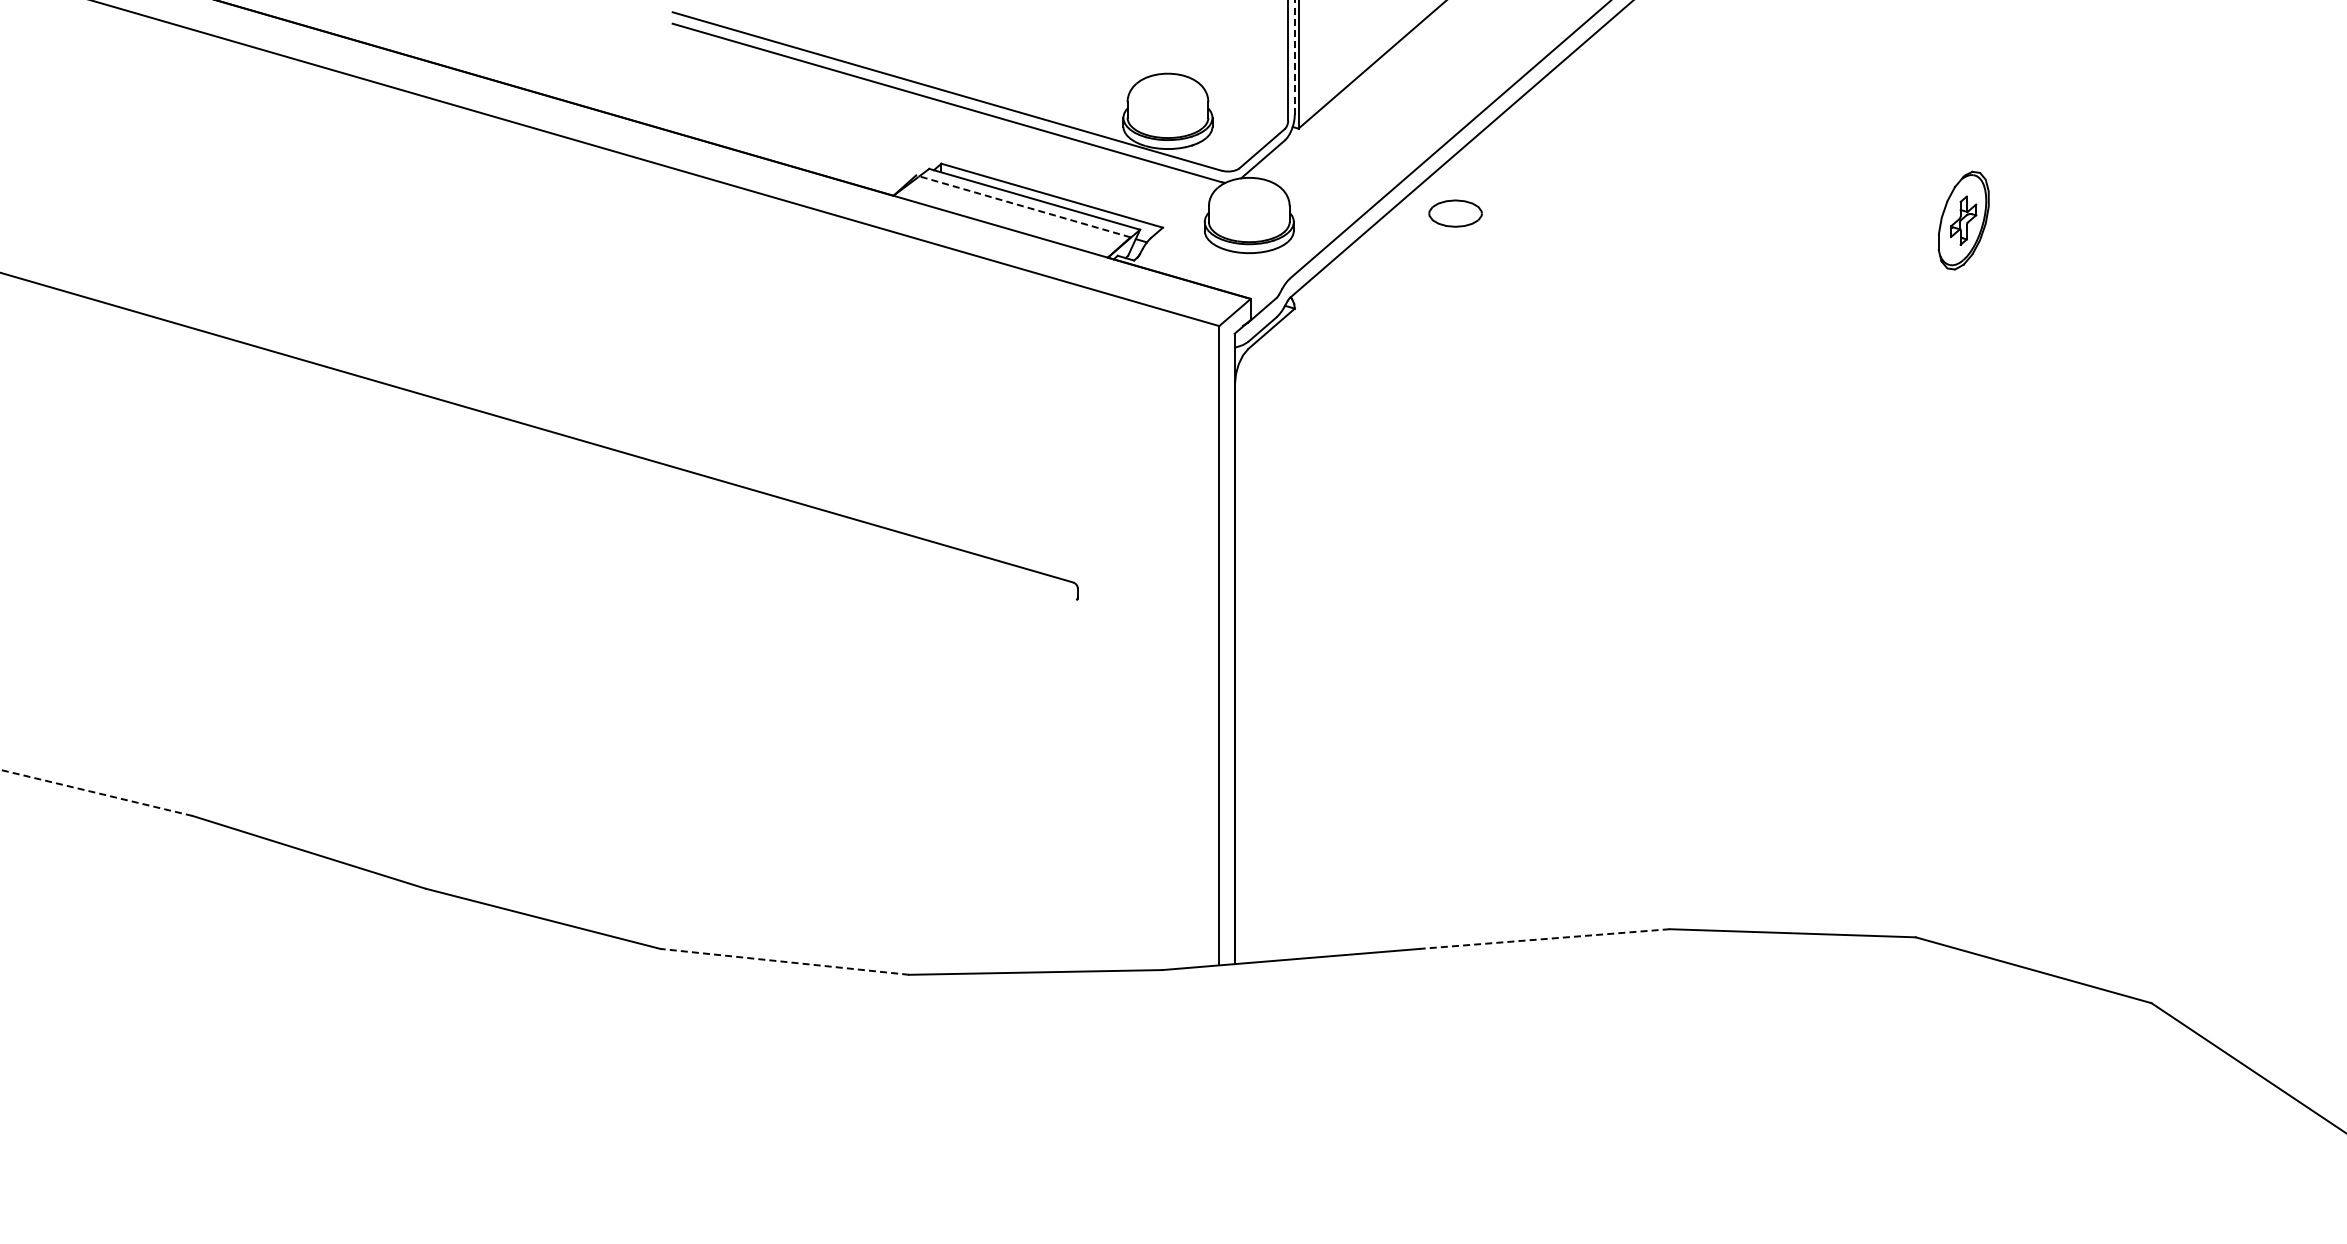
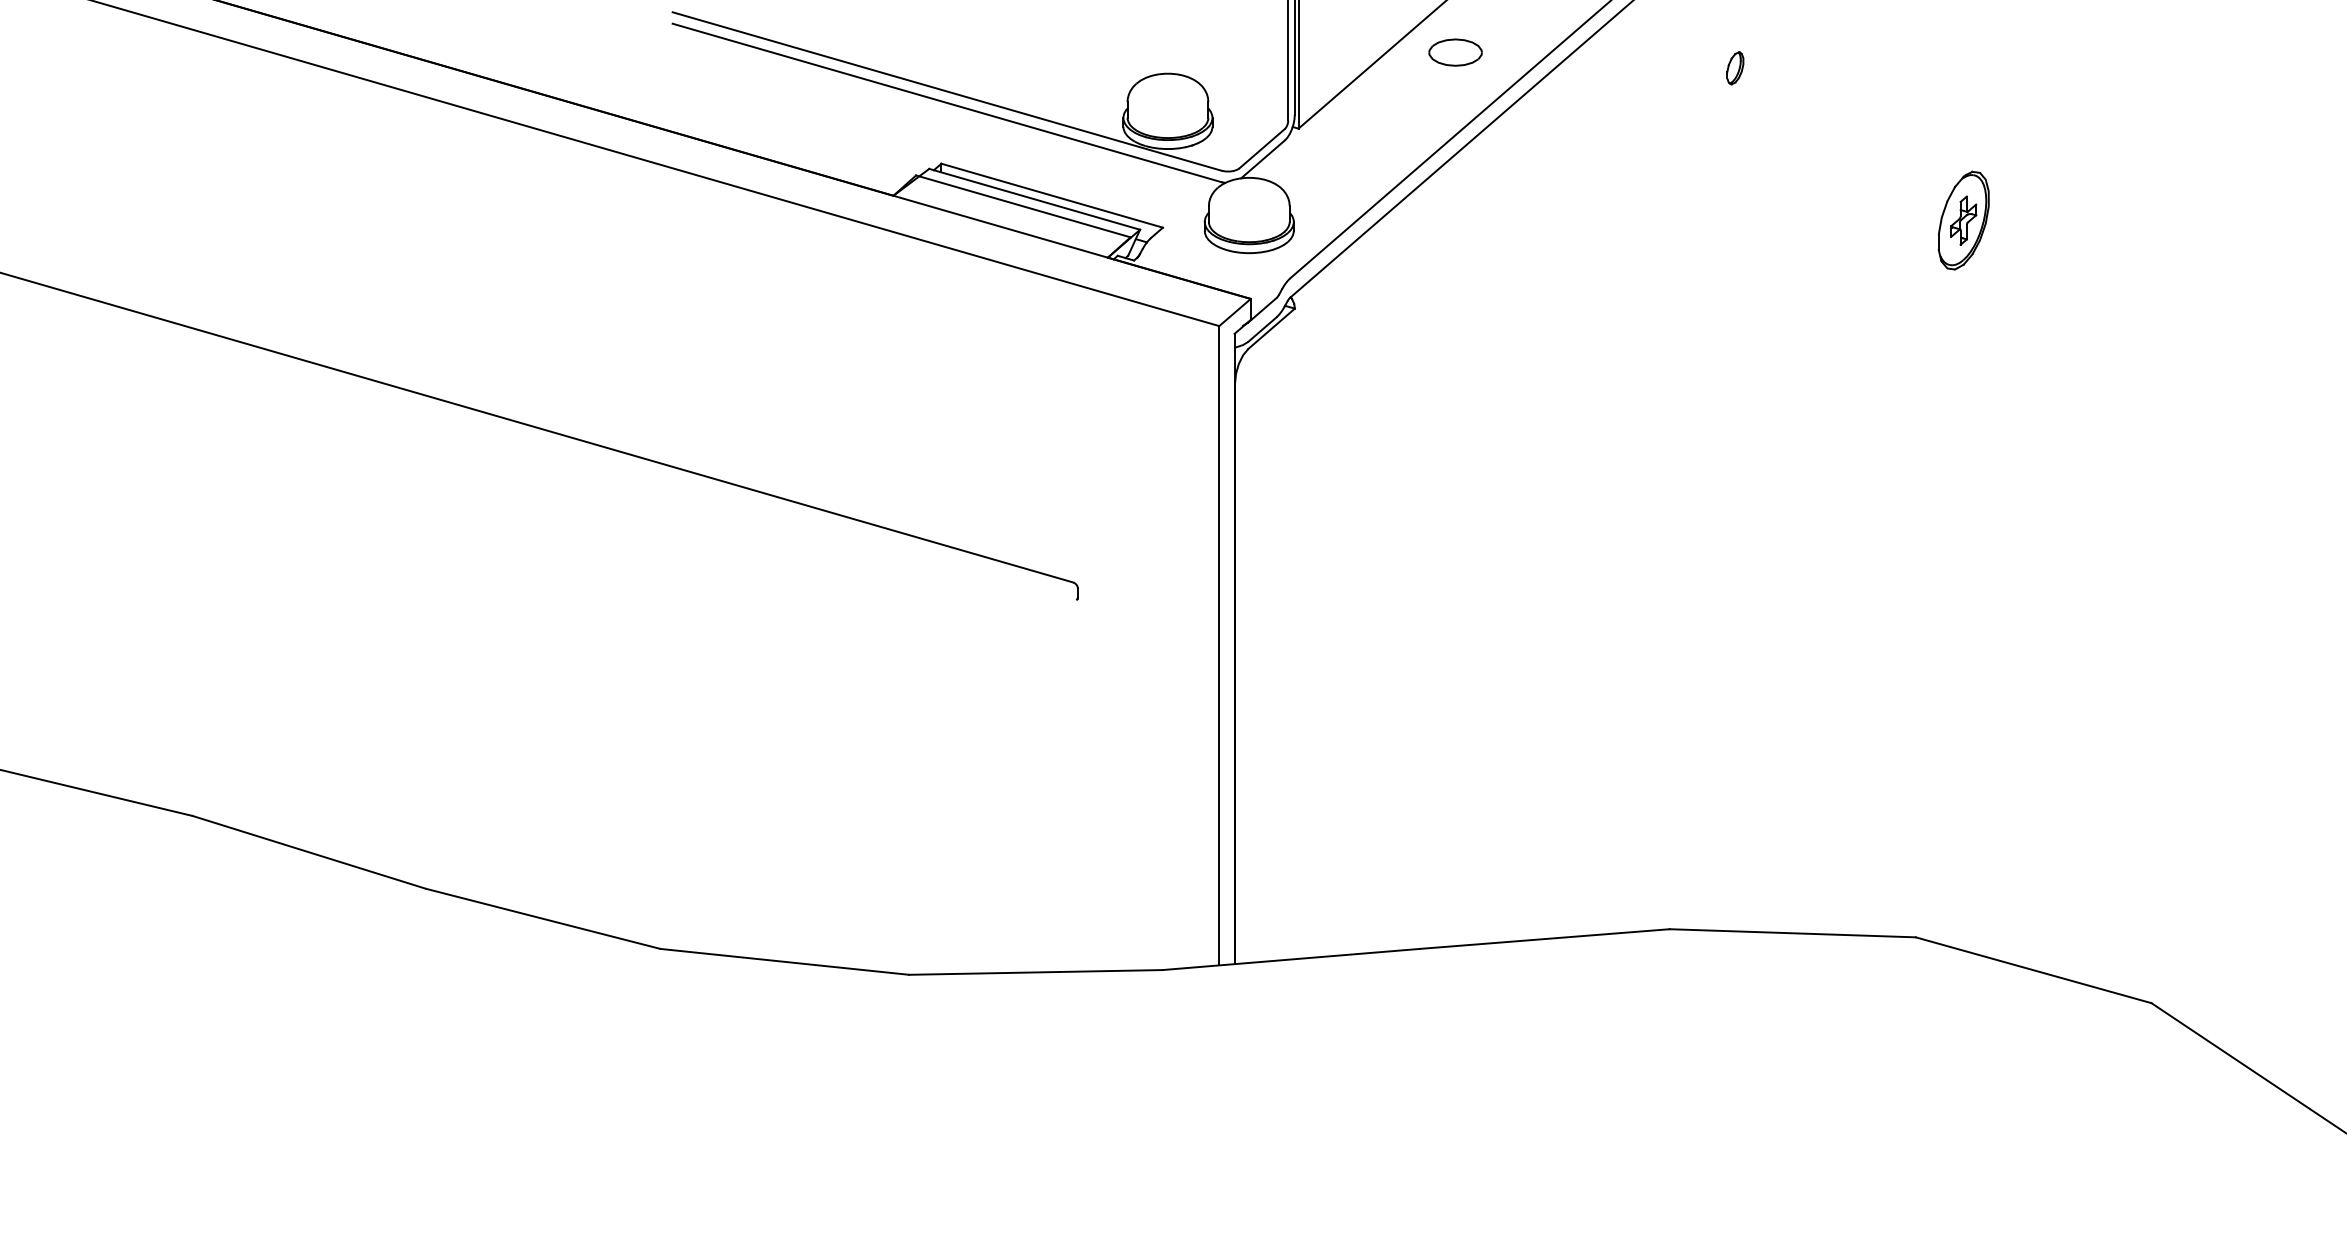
line at (1294, 56): dashed -> solid
part at (1735, 68): none -> present
line at (1023, 206): dashed -> solid
part at (1455, 213) position: (1455, 213) -> (1455, 52)
line at (96, 792): dashed -> solid
line at (1544, 939): dashed -> solid
line at (784, 961): dashed -> solid
